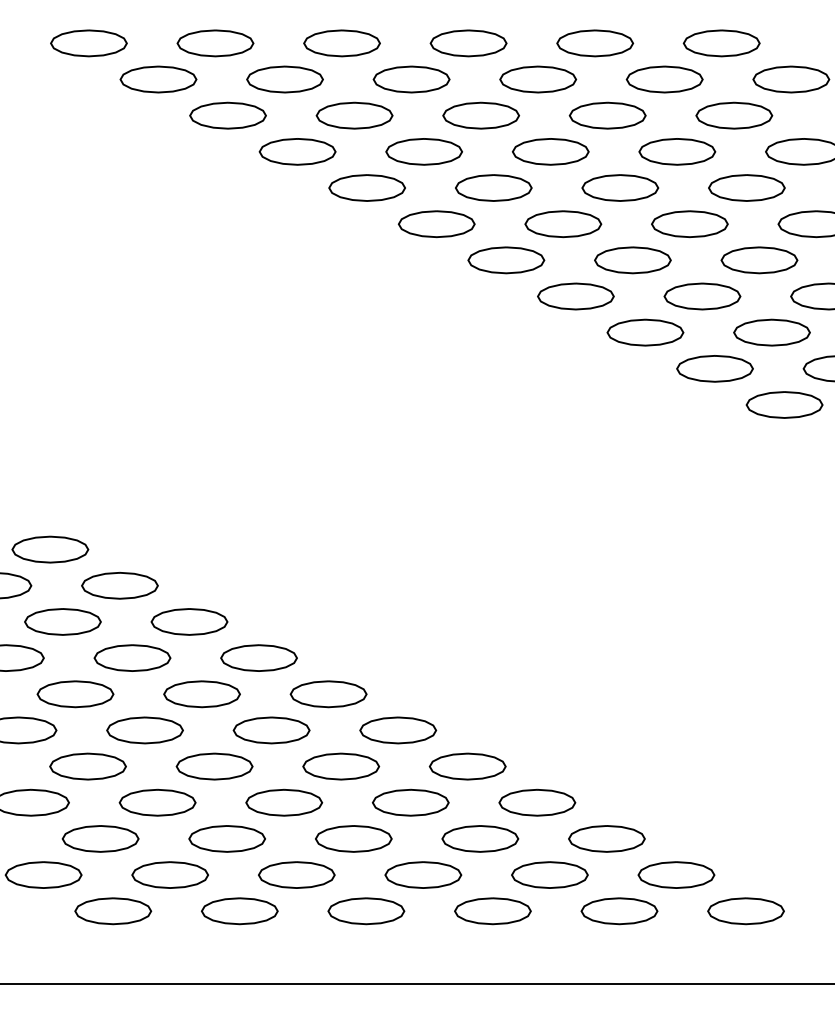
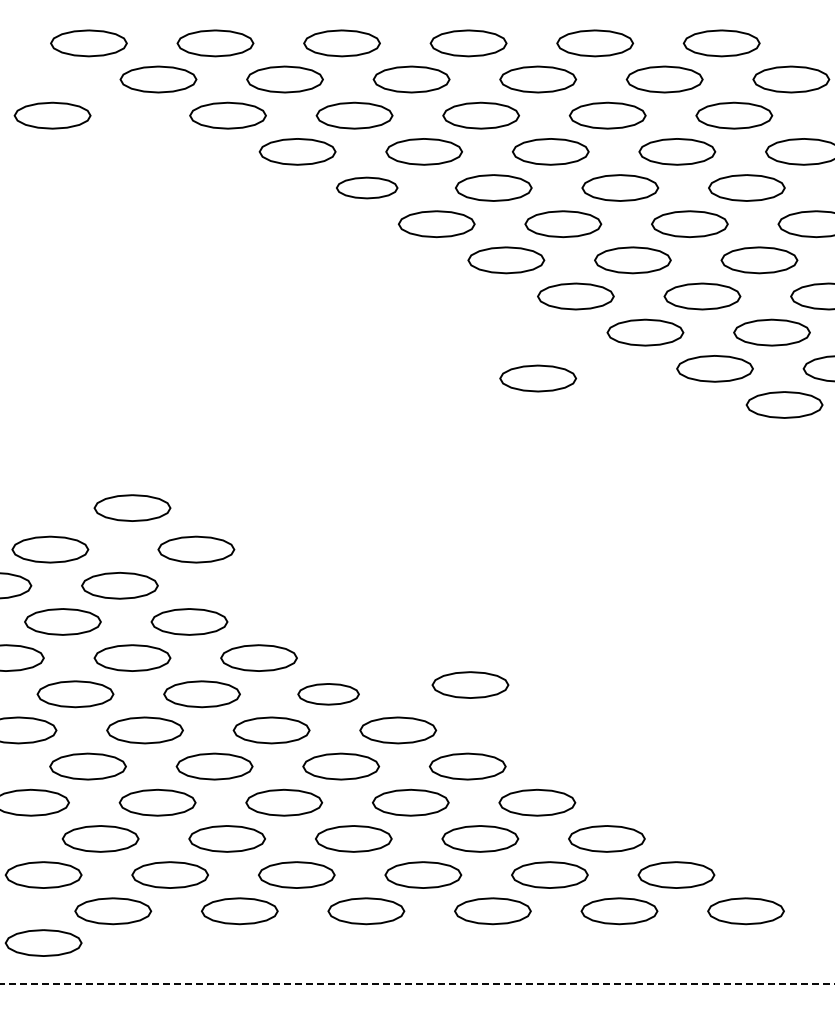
part at (52, 115): none -> present
part at (366, 187) size: 78x28 px -> 63x24 px
part at (538, 378): none -> present
part at (132, 507): none -> present
part at (196, 549): none -> present
part at (470, 684): none -> present
part at (328, 694) size: 79x29 px -> 63x23 px
part at (43, 942): none -> present
line at (417, 983): solid -> dashed
